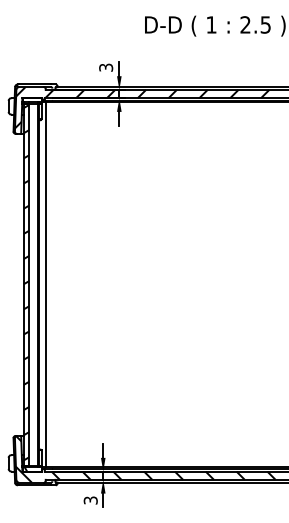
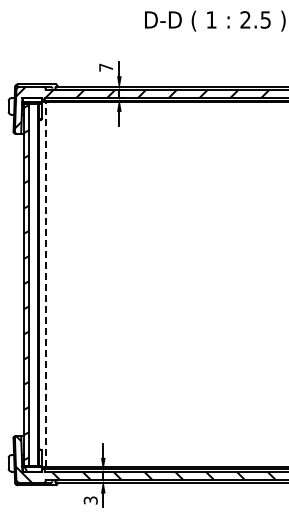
text at (215, 25) position: (215, 25) -> (215, 20)
text at (106, 67): 3 -> 7
line at (45, 284): solid -> dashed
